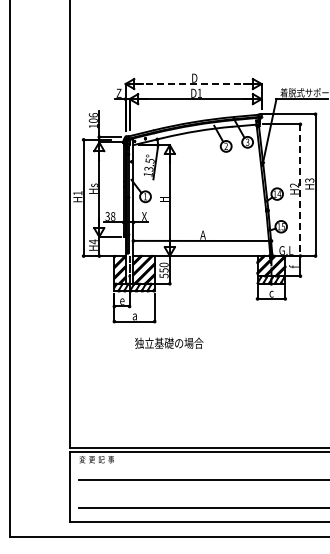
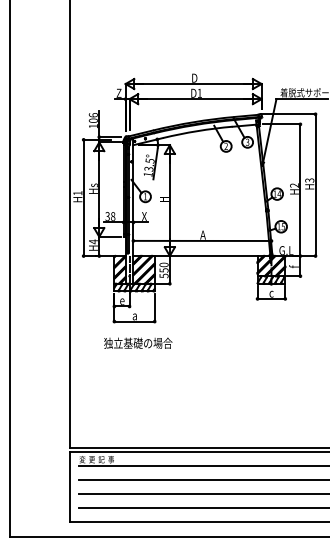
line at (193, 84): dashed -> solid
line at (300, 190): dashed -> solid
text at (169, 342) position: (169, 342) -> (138, 342)
line at (202, 465): none -> present
line at (202, 494): none -> present
